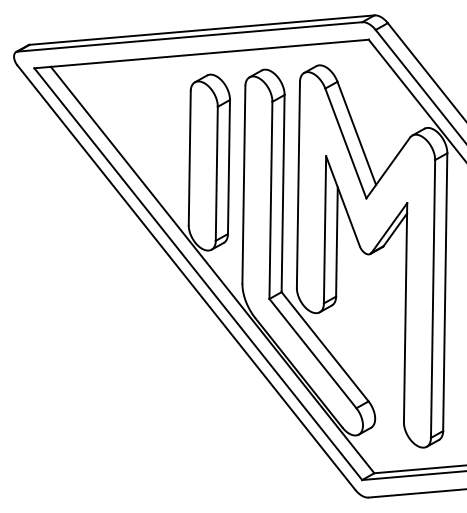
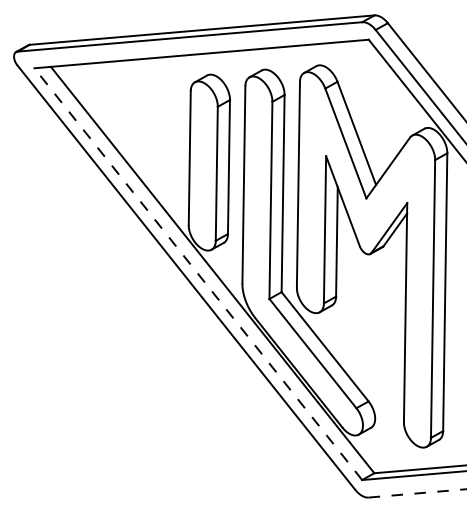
line at (197, 273): solid -> dashed
line at (417, 493): solid -> dashed
